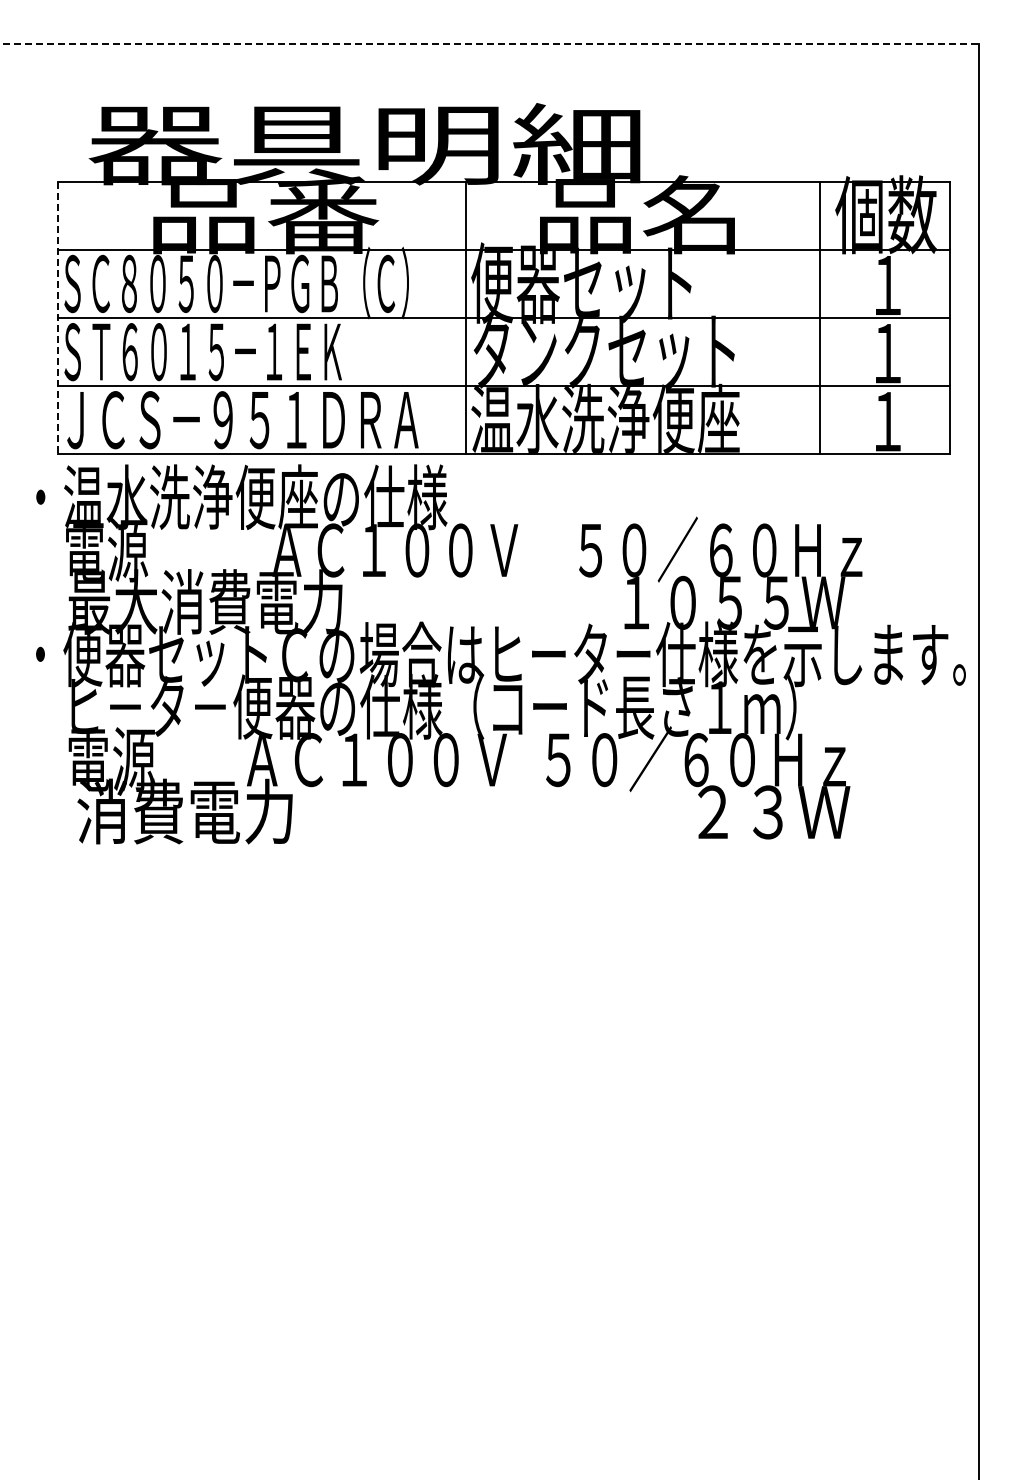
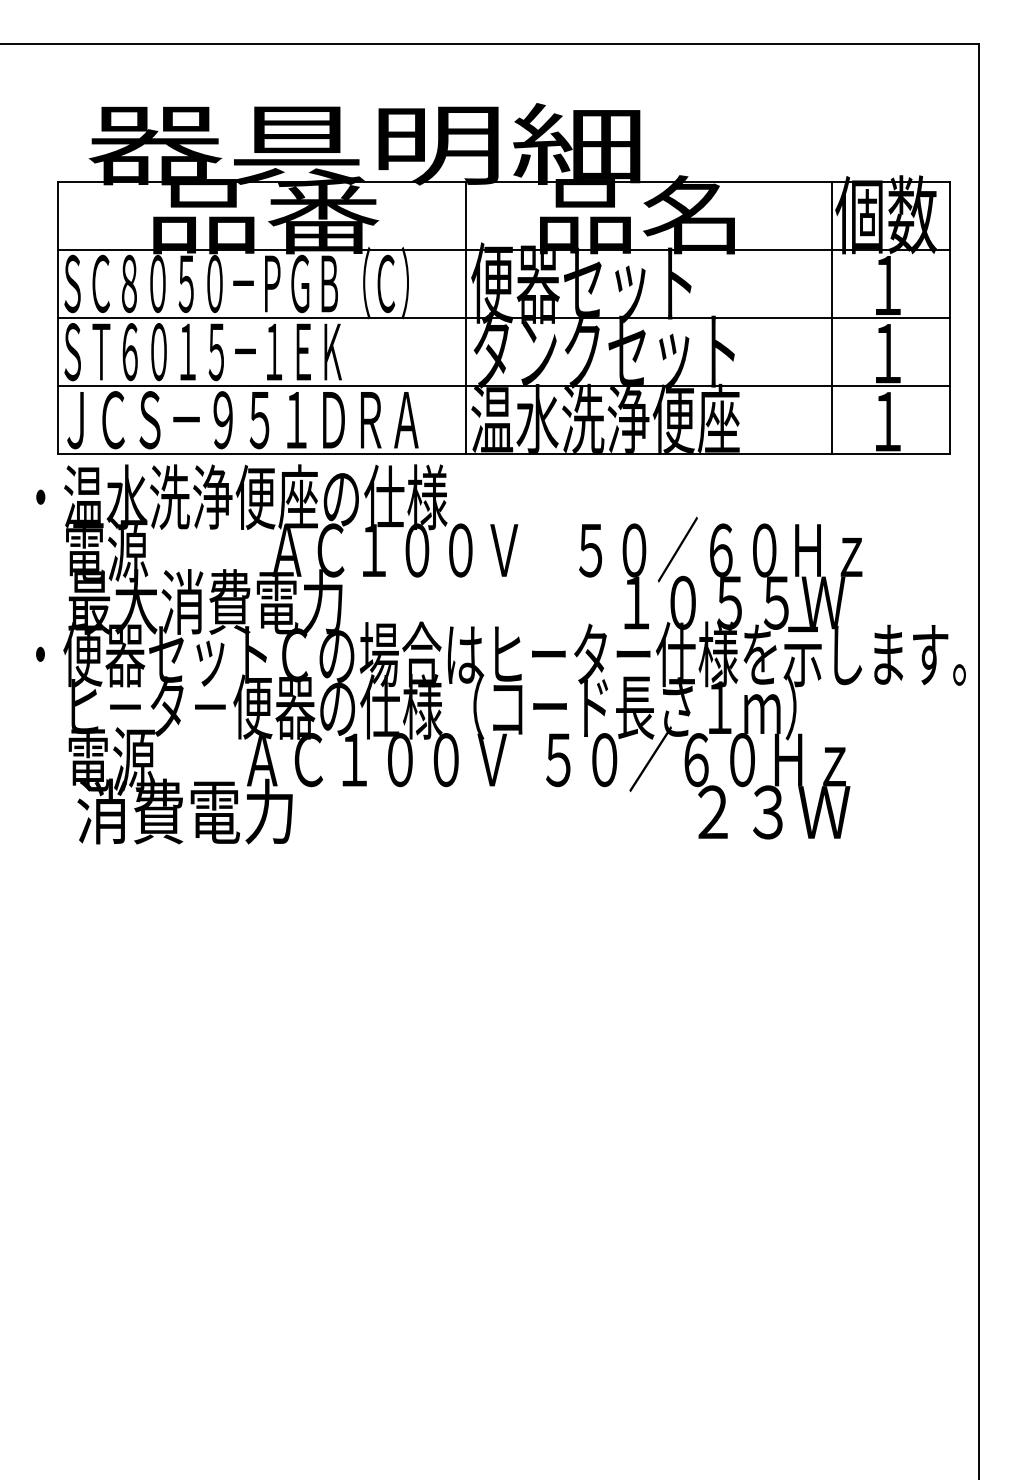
line at (489, 44): dashed -> solid
line at (820, 317) position: (820, 317) -> (832, 317)
line at (58, 318): dashed -> solid
